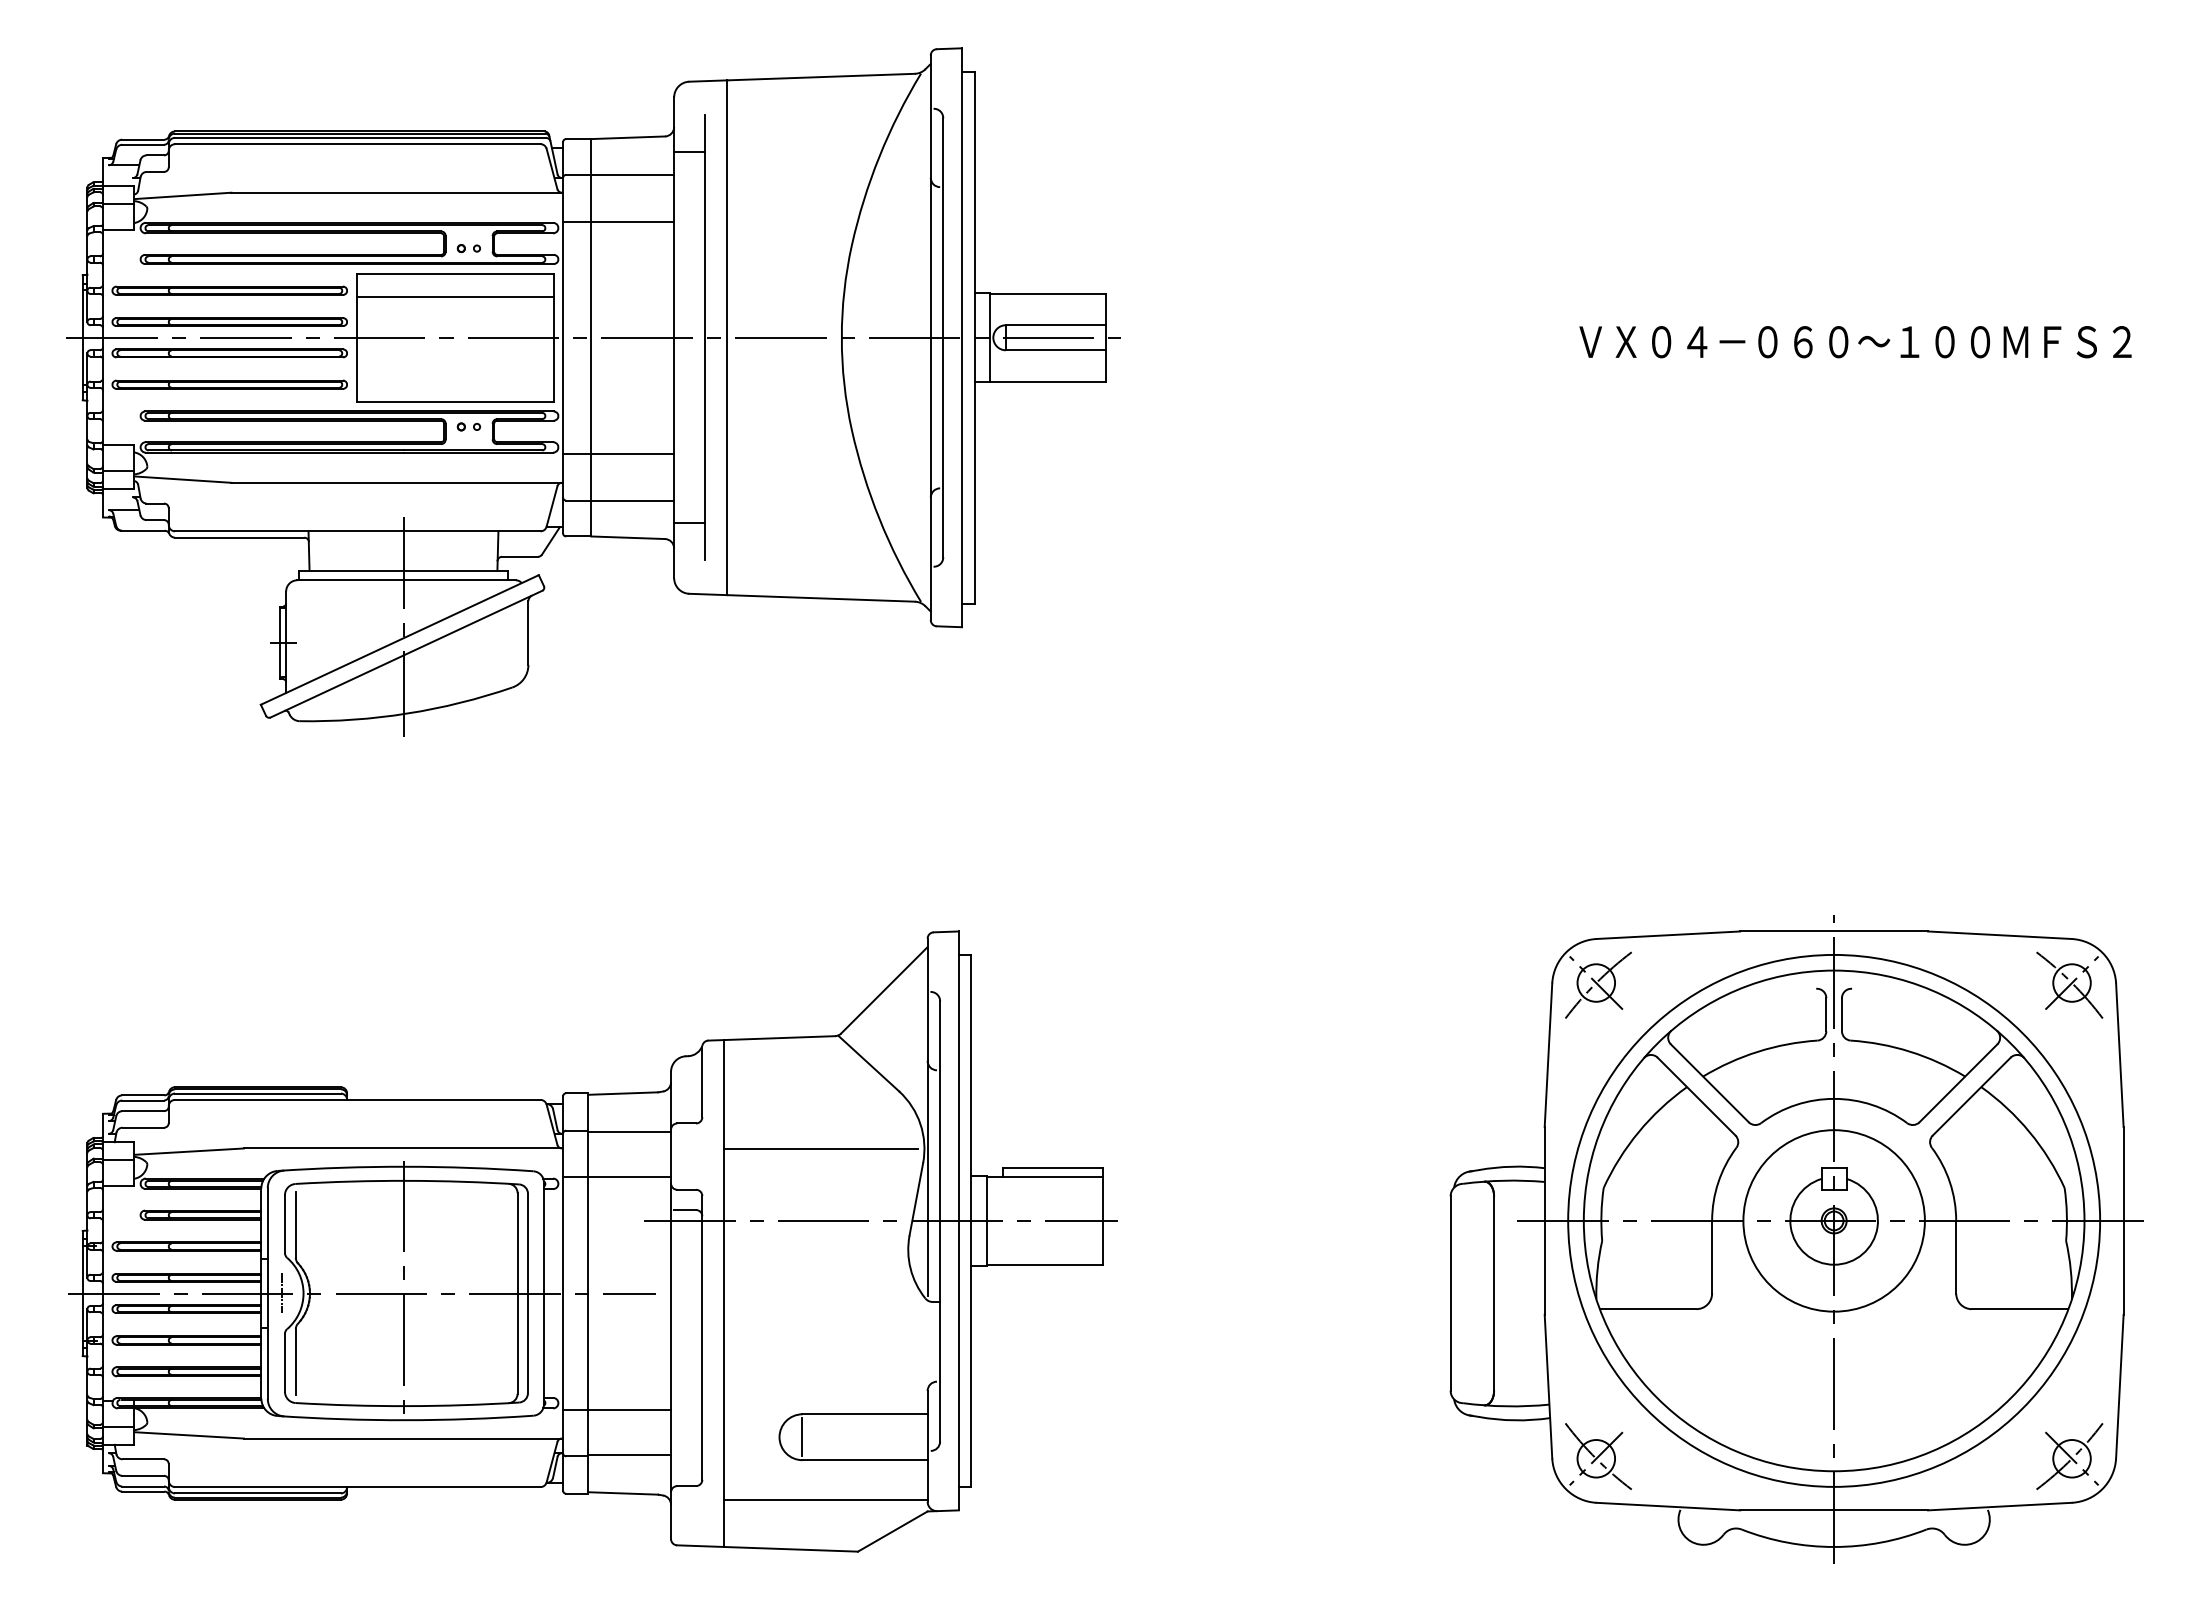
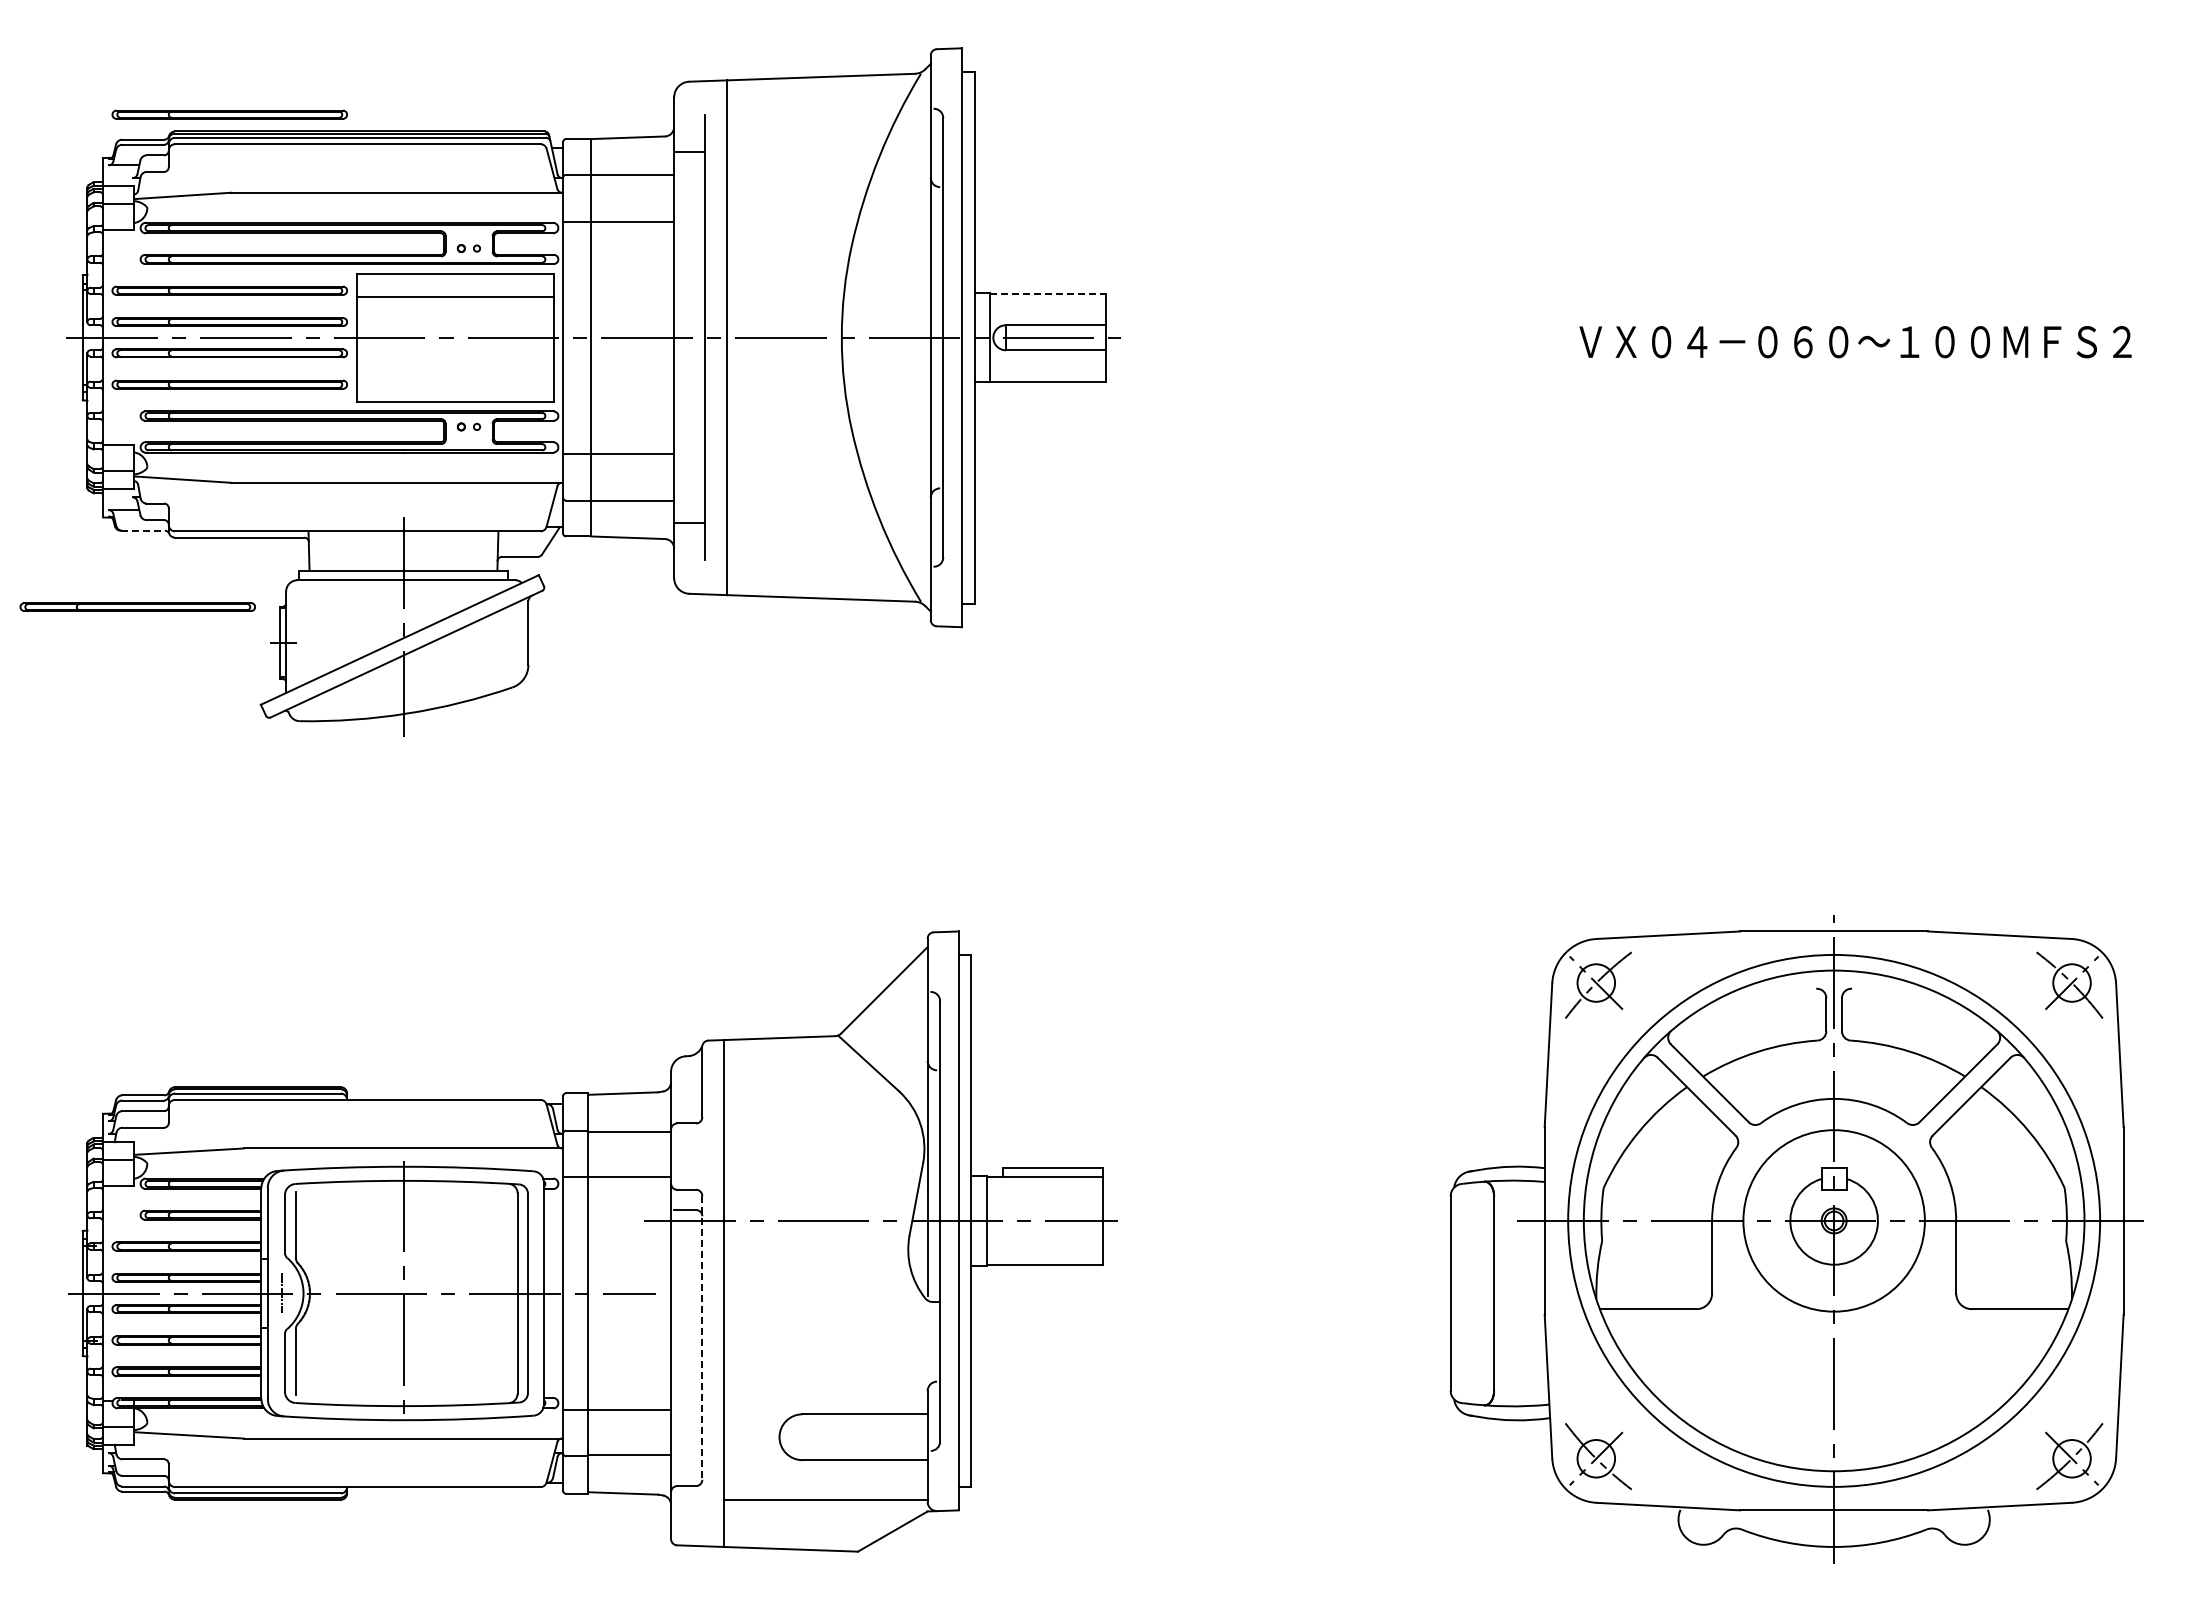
part at (229, 114): none -> present
line at (1048, 293): solid -> dashed
line at (142, 530): solid -> dashed
part at (137, 606): none -> present
line at (821, 1148): present -> none
line at (702, 1337): solid -> dashed
line at (802, 1436): present -> none
